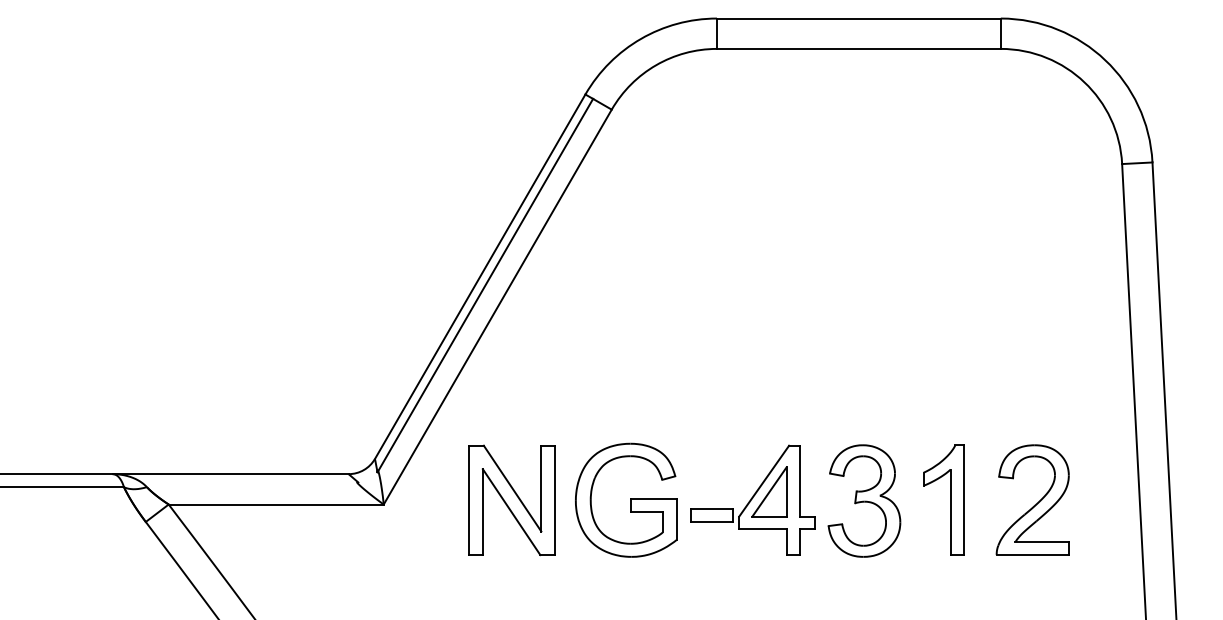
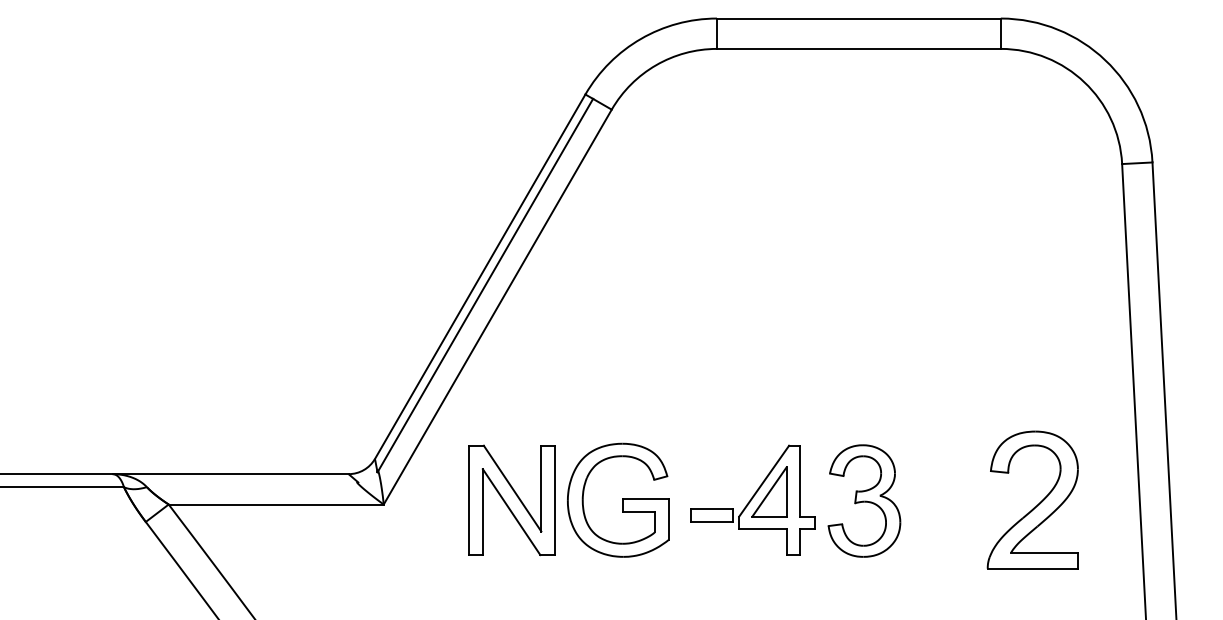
part at (626, 499) position: (626, 499) -> (618, 499)
part at (950, 499): present -> none
part at (1032, 499) size: 75x112 px -> 93x140 px
